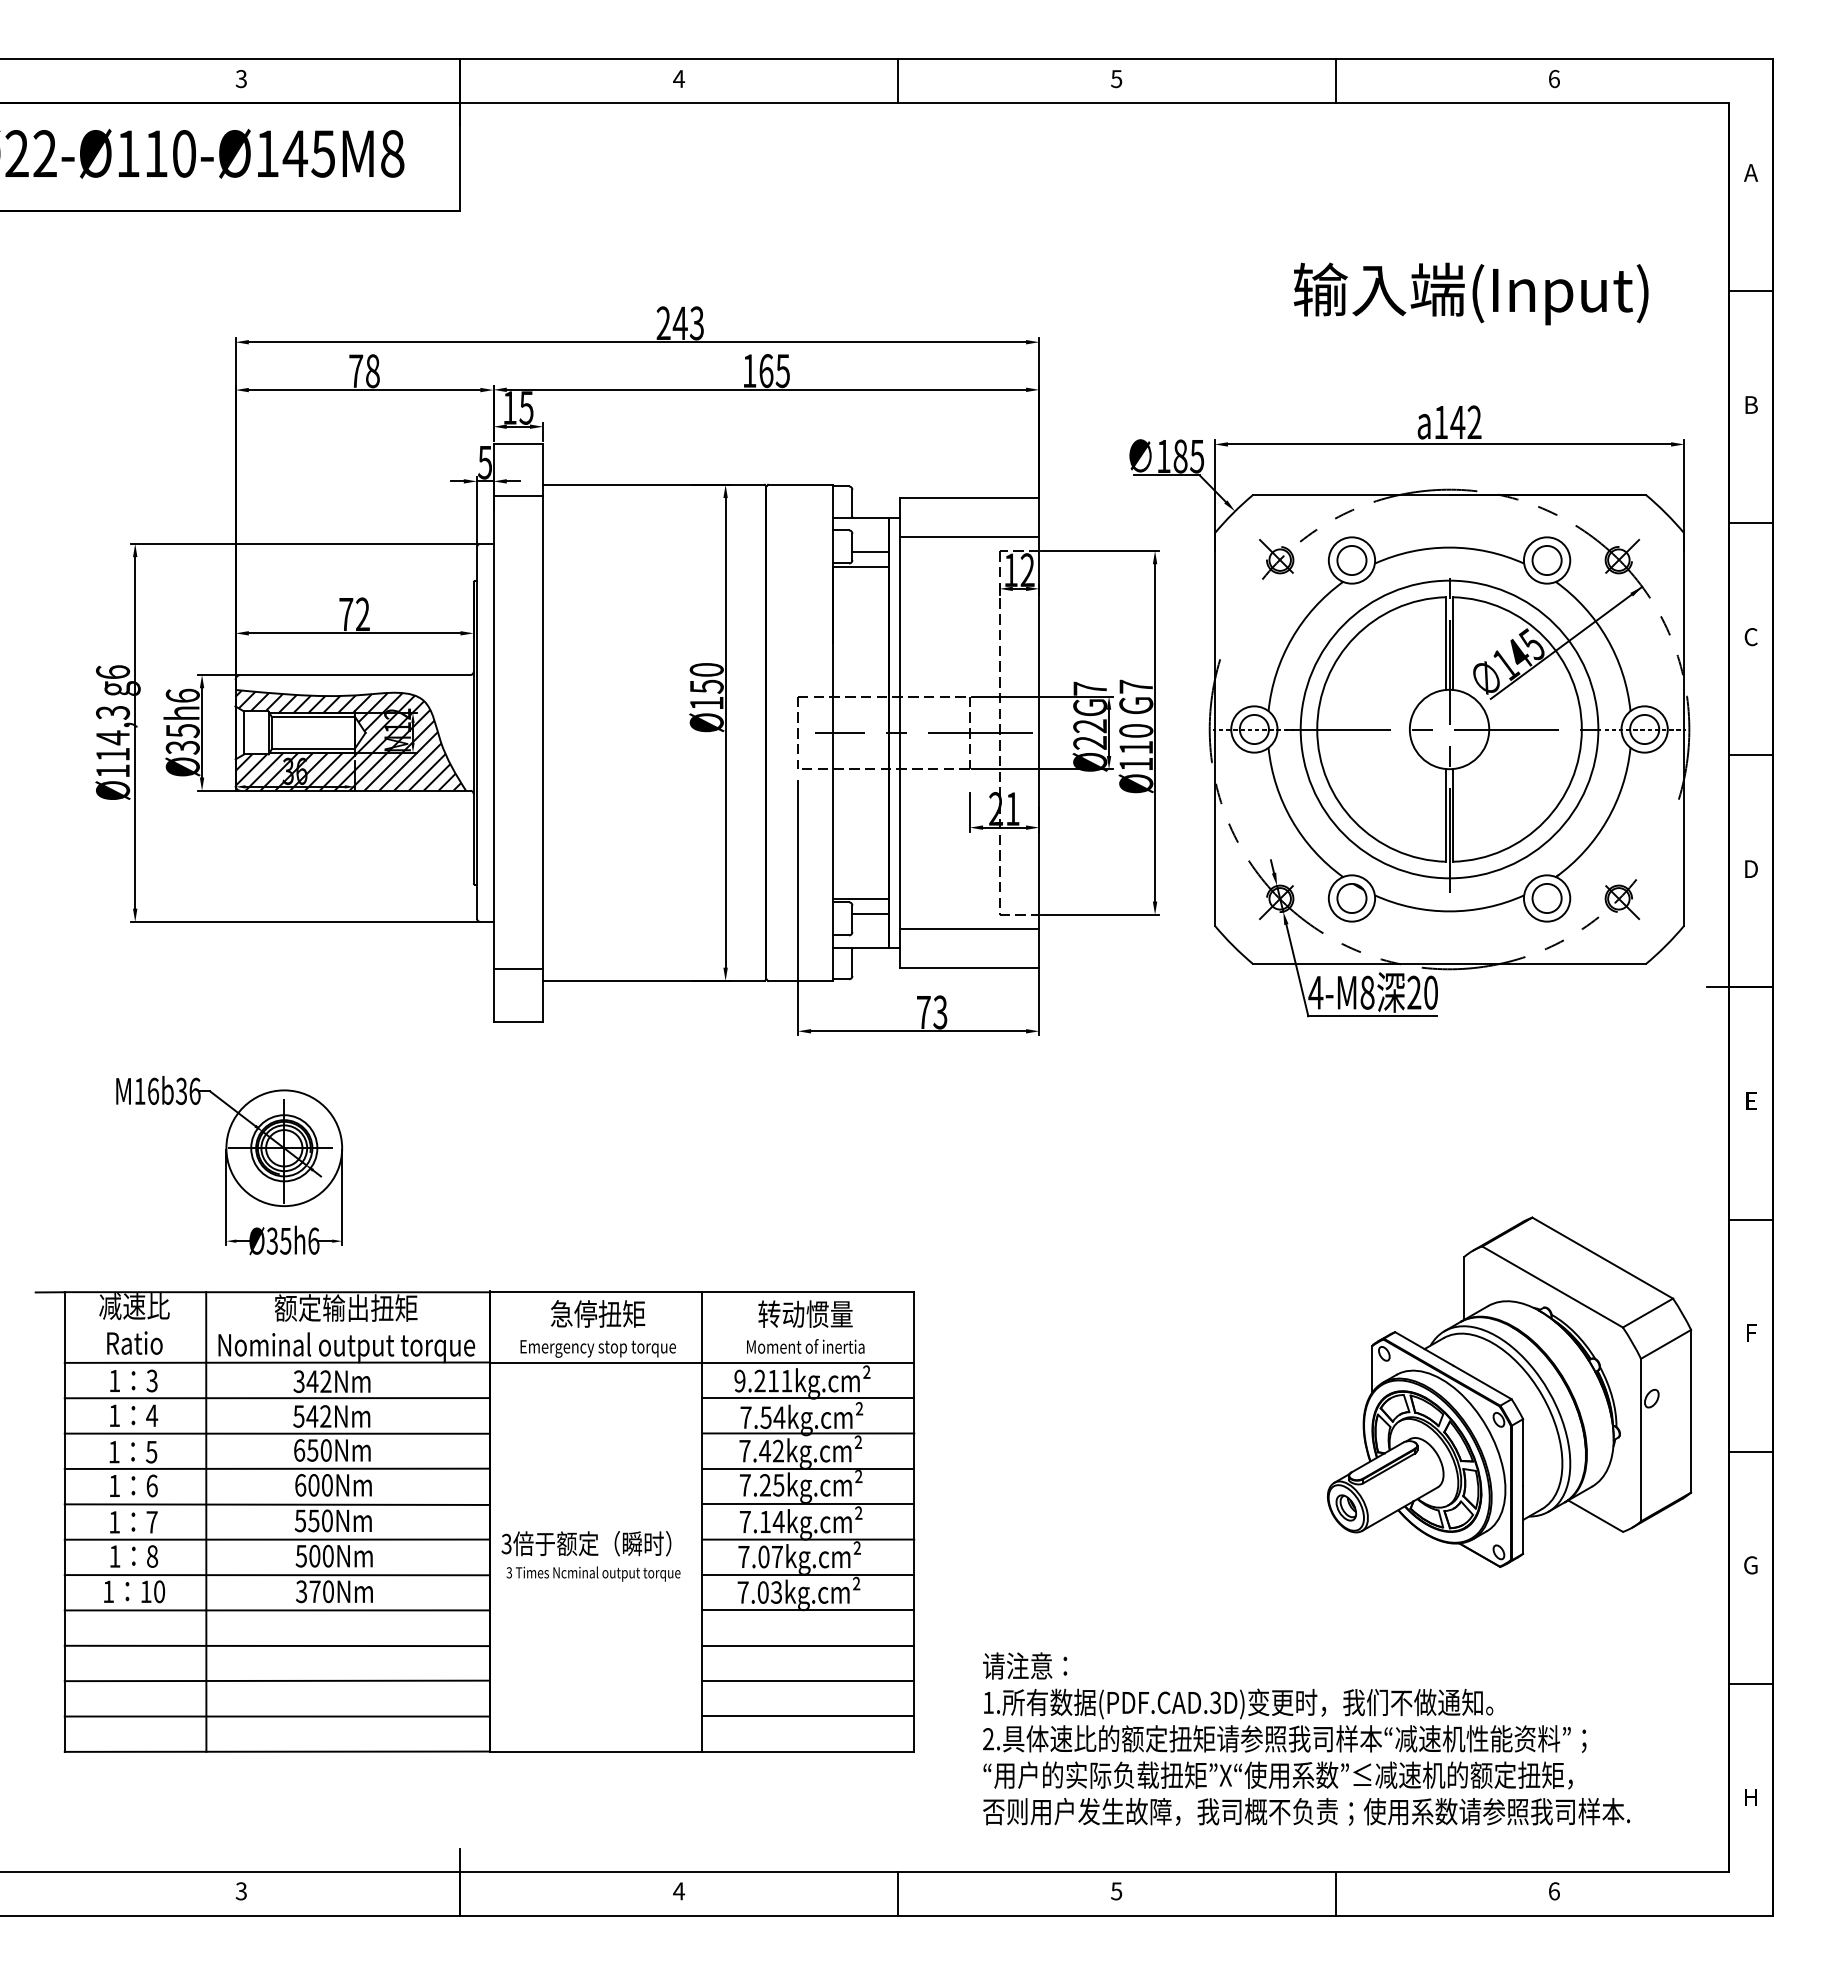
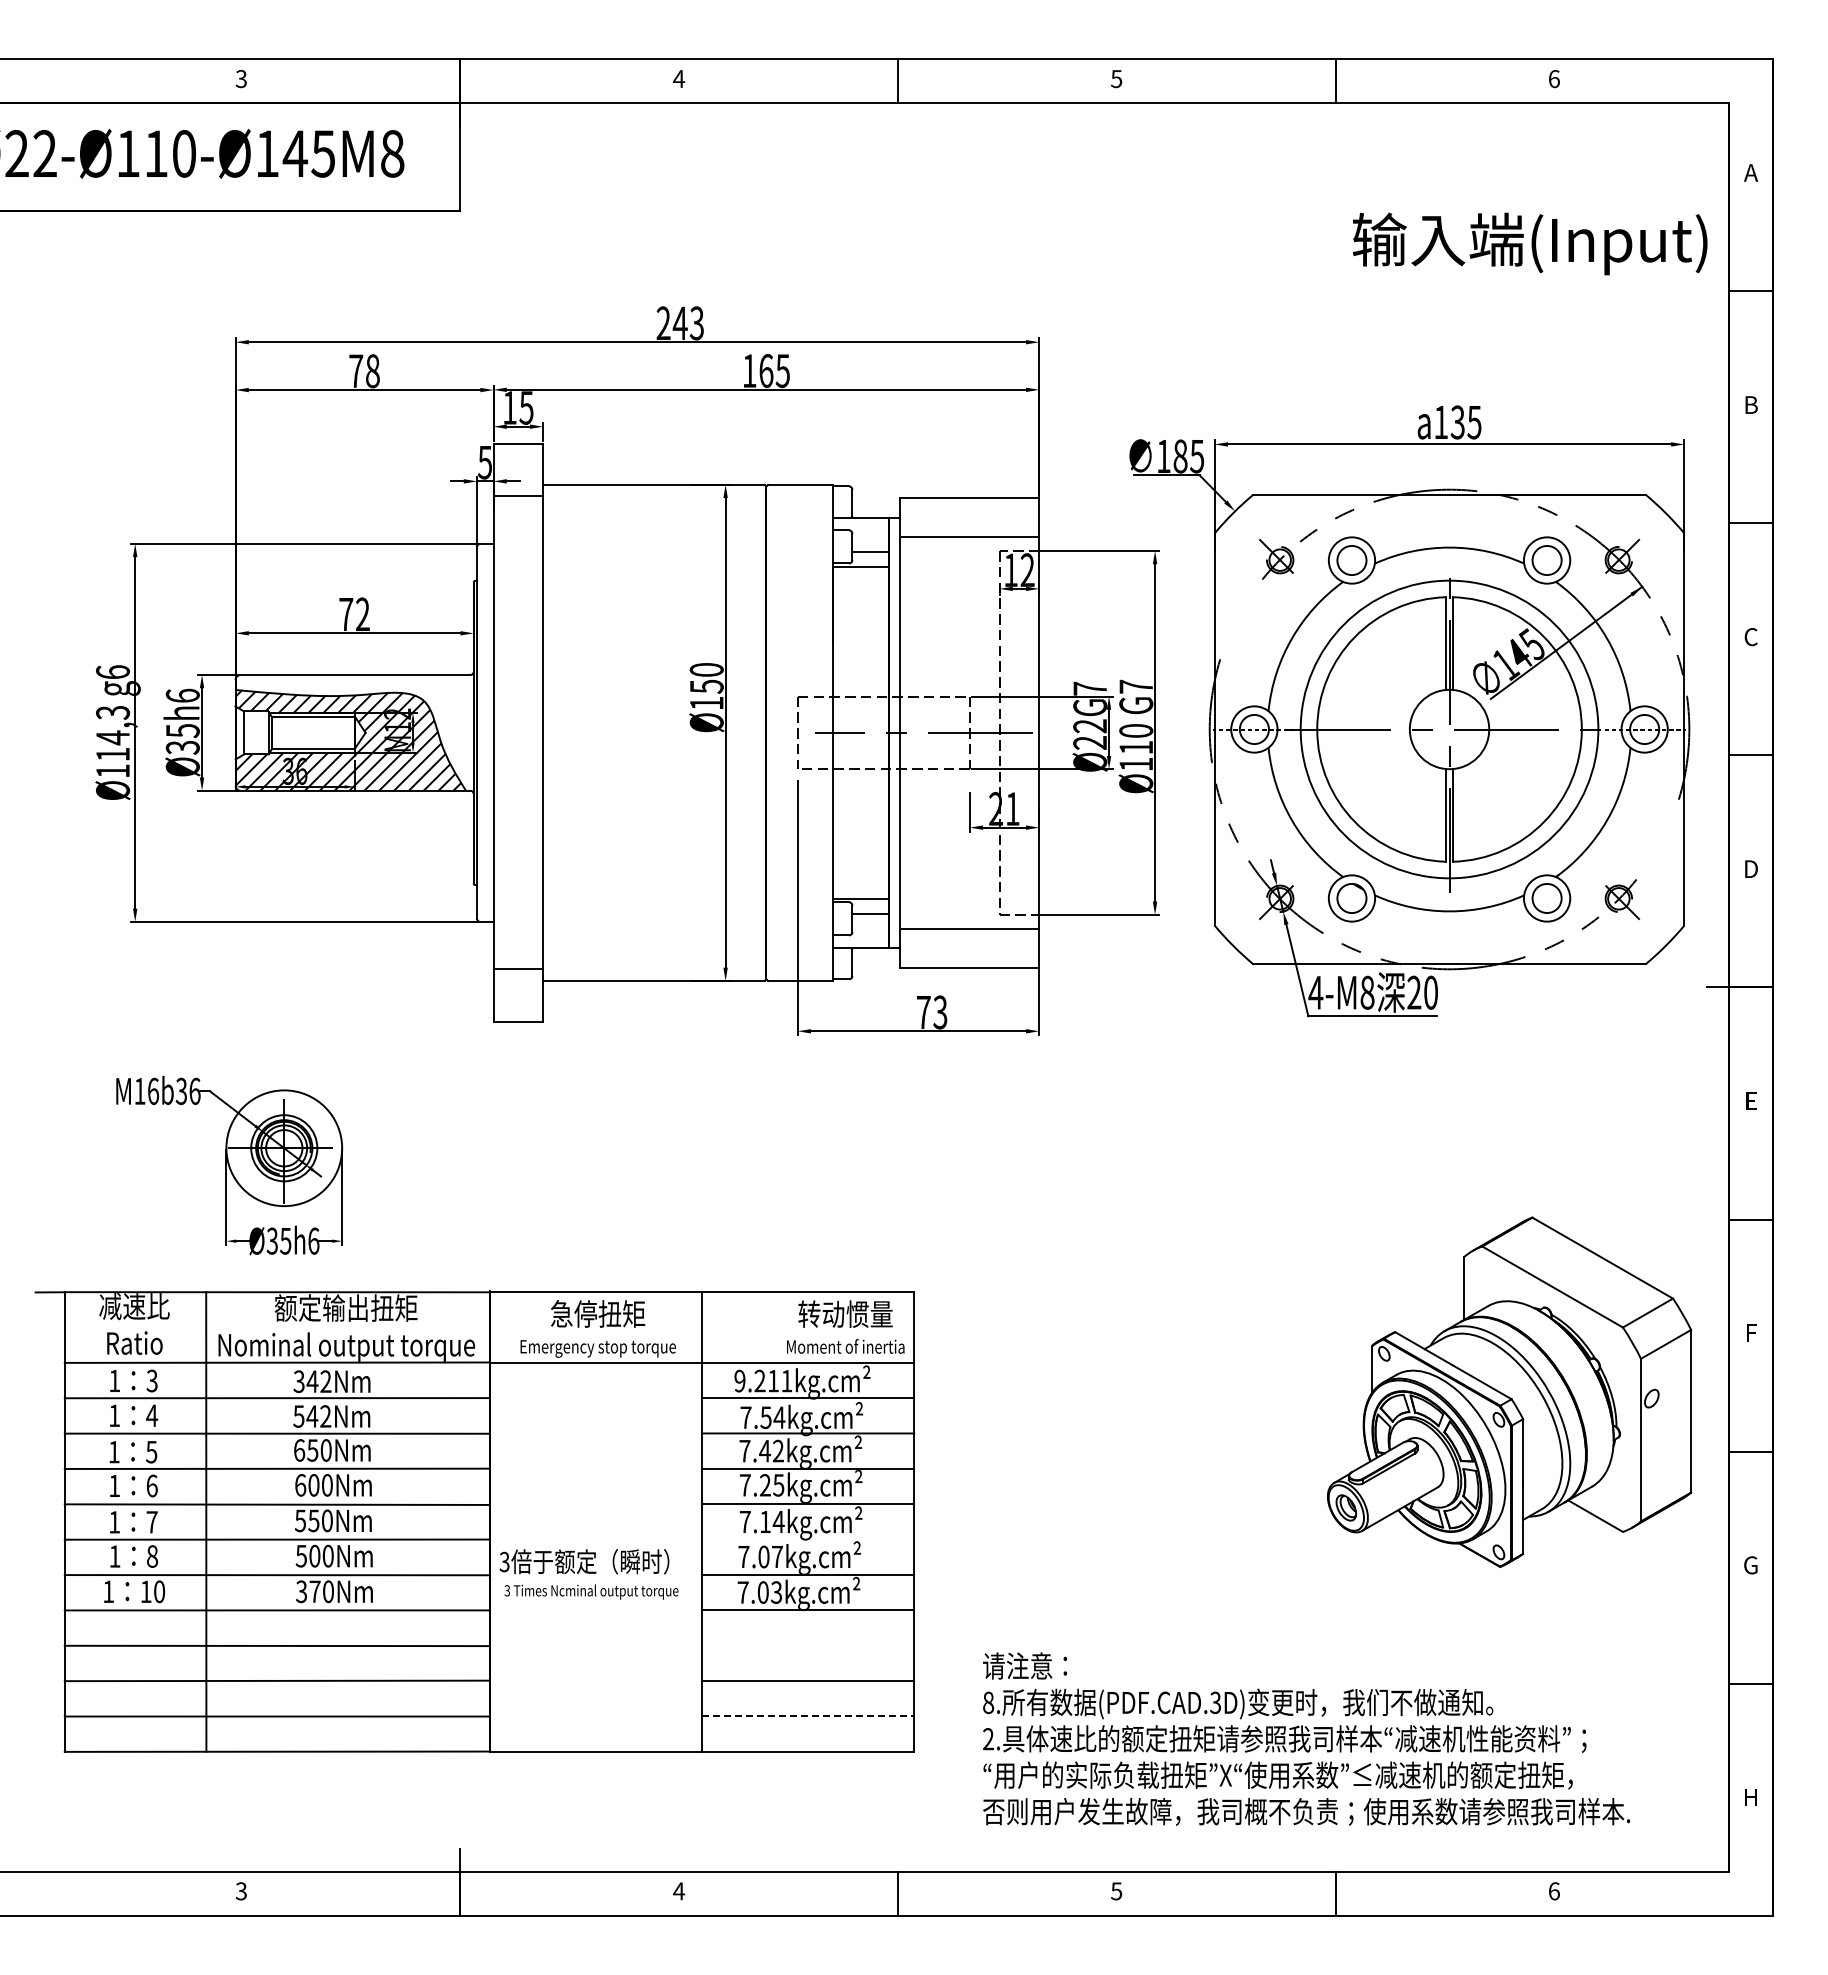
text at (1470, 293) position: (1470, 293) -> (1529, 243)
text at (1465, 422): 142 -> 135
text at (805, 1326) position: (805, 1326) -> (845, 1326)
line at (808, 1539): present -> none
text at (590, 1556) position: (590, 1556) -> (588, 1574)
line at (808, 1645): present -> none
text at (988, 1702): 1. -> 8.
line at (808, 1716): solid -> dashed
